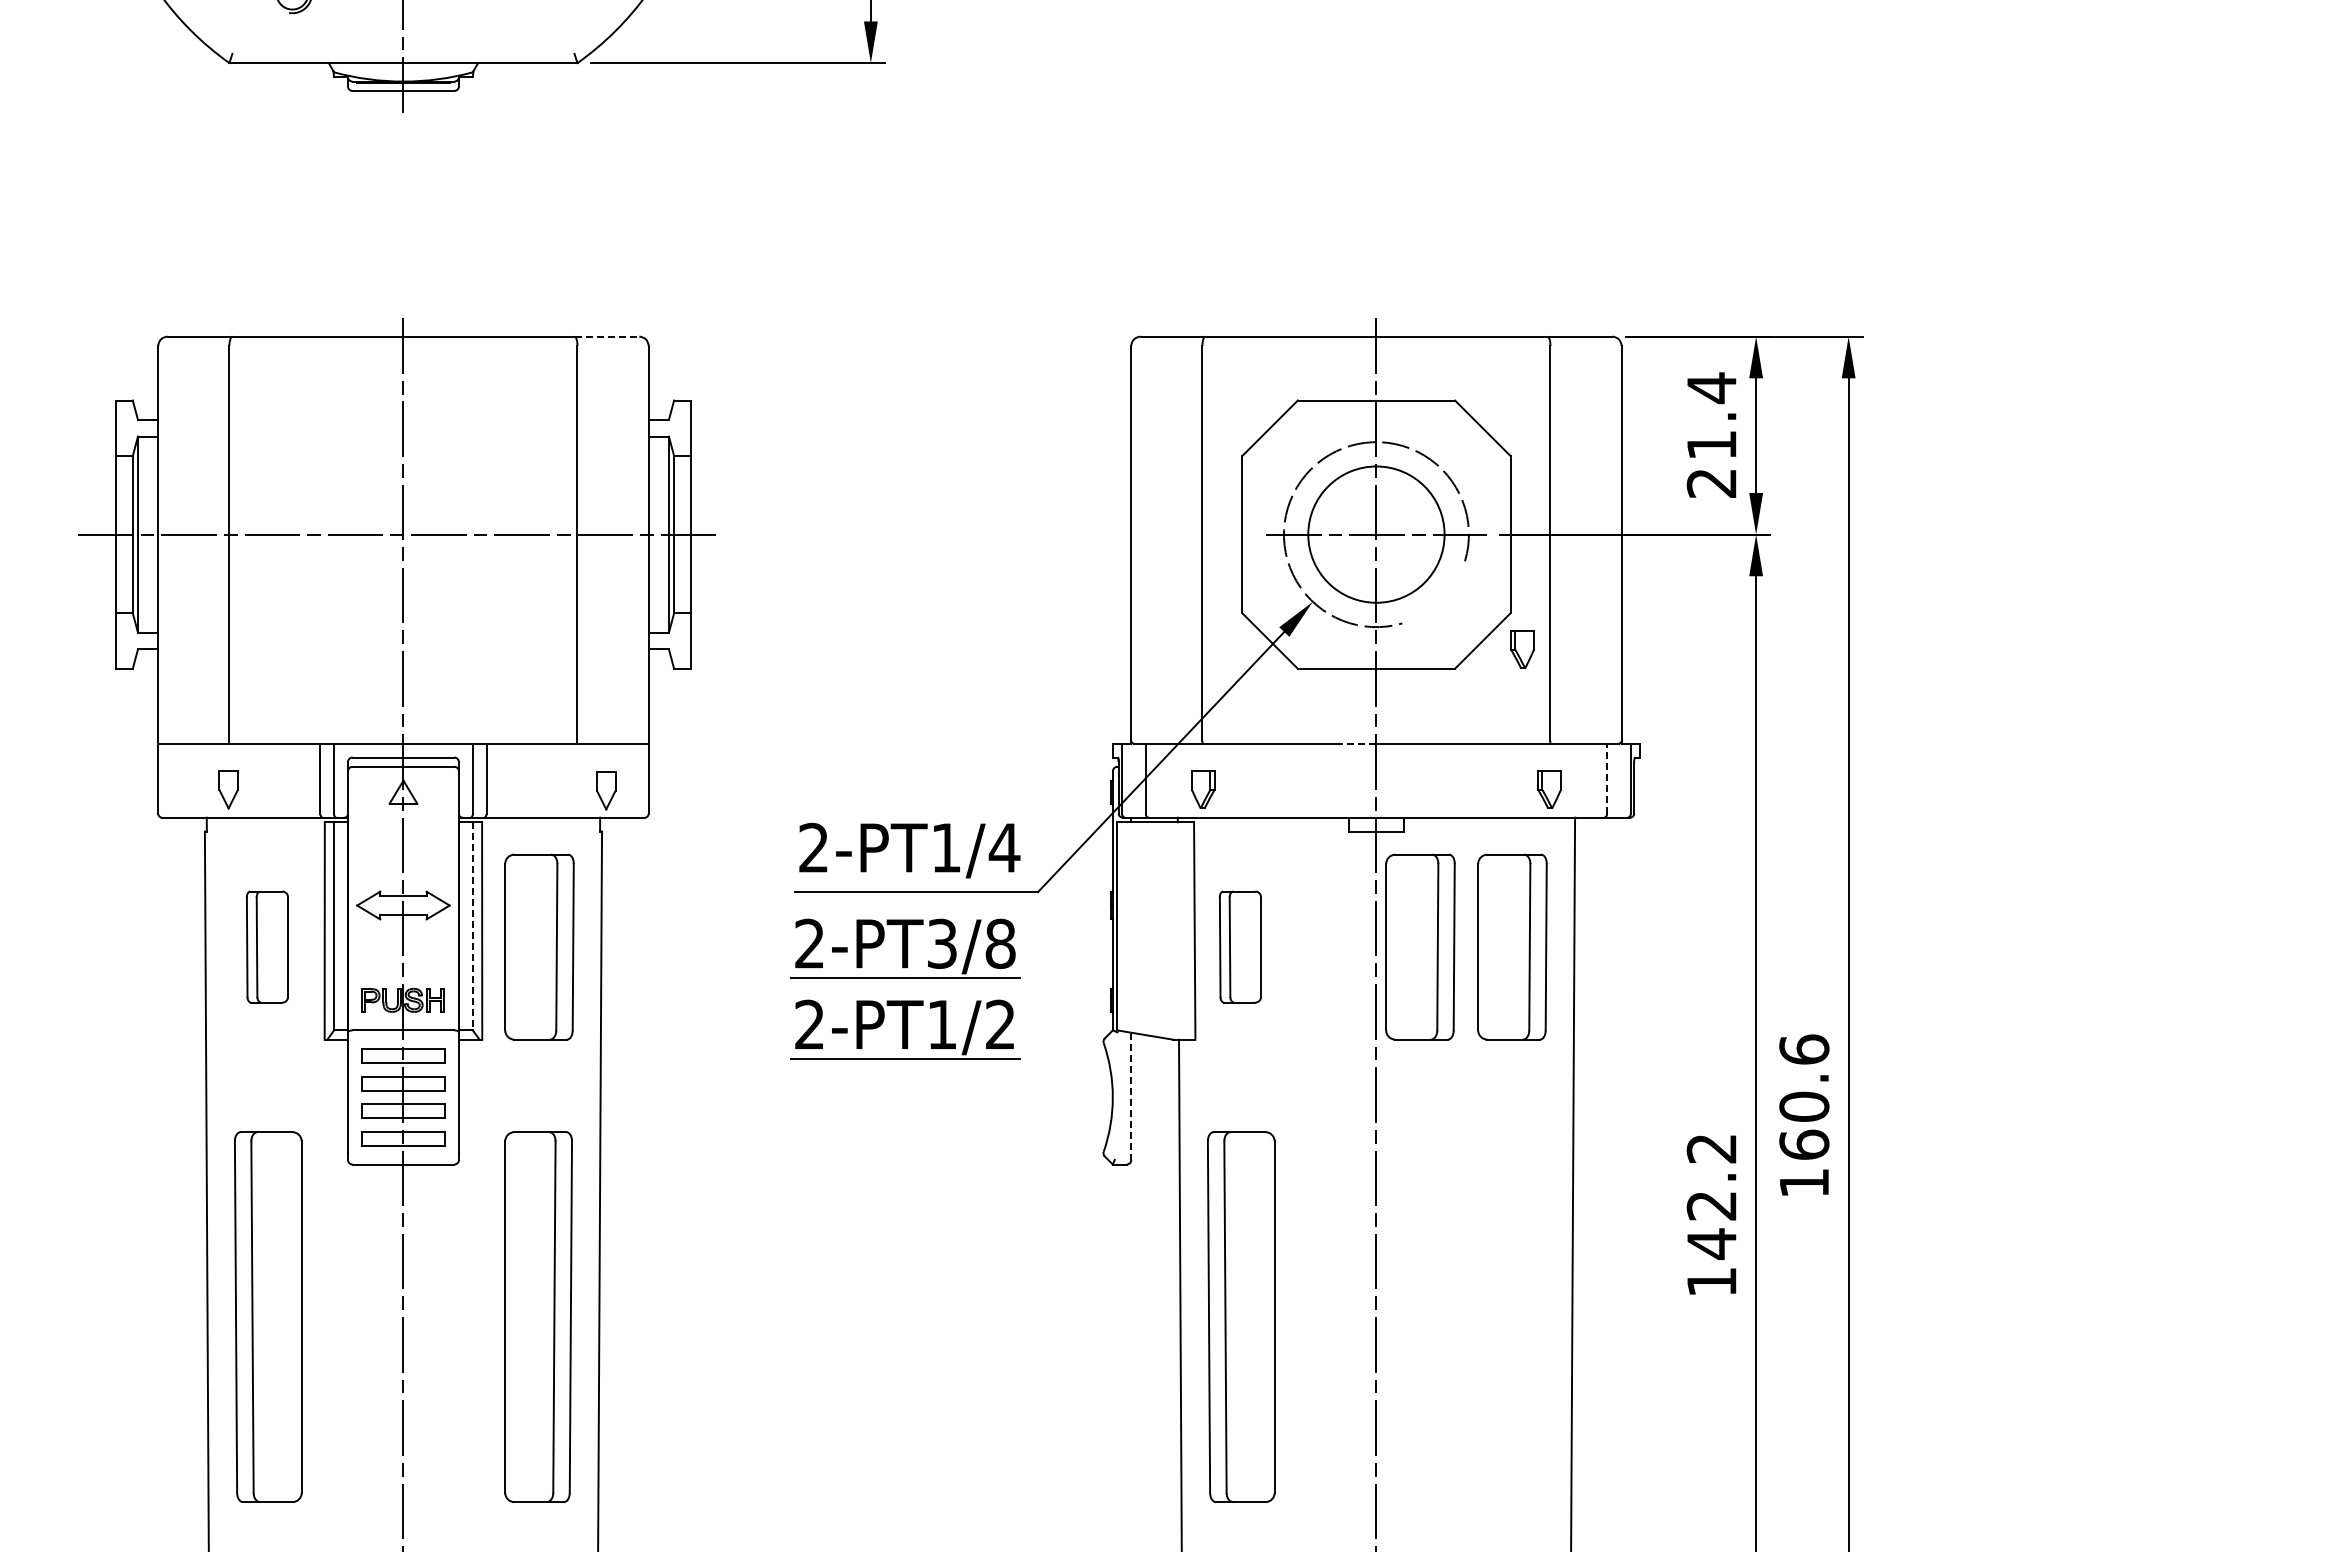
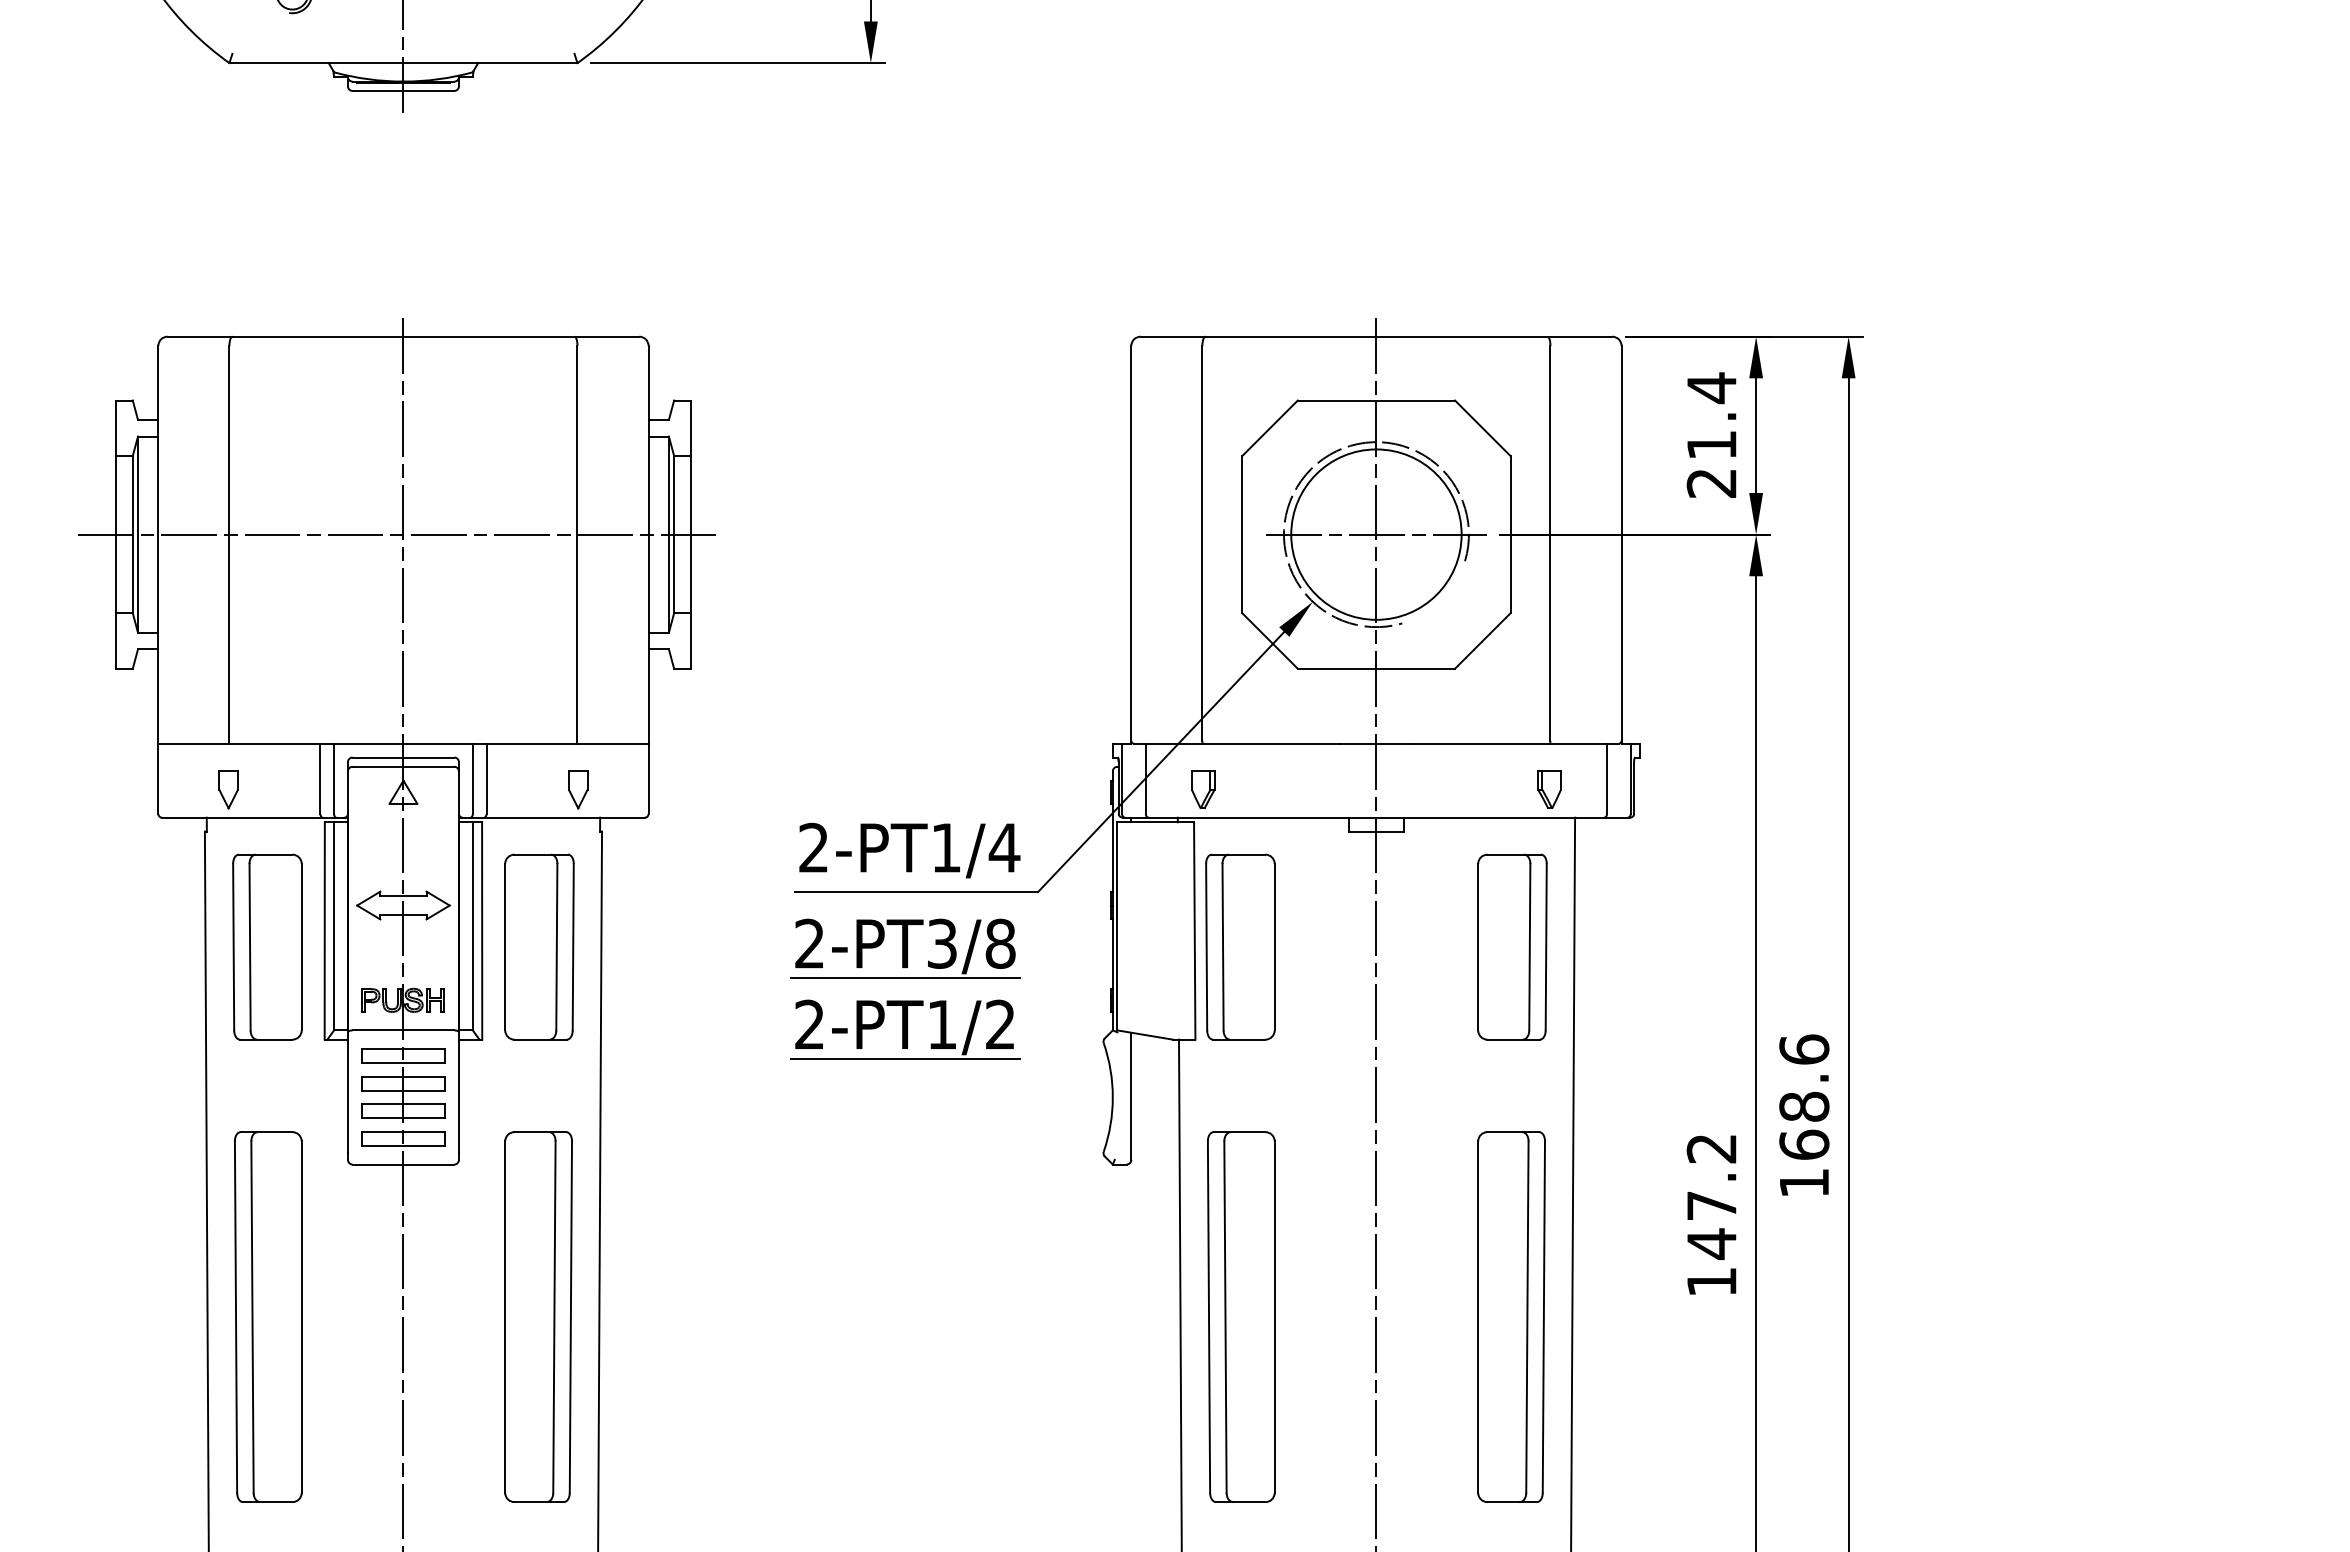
line at (607, 336): dashed -> solid
circle at (1376, 534) diameter: 136 px -> 170 px
part at (1522, 649): present -> none
line at (1357, 743): dashed -> solid
line at (1607, 778): dashed -> solid
part at (606, 790) position: (606, 790) -> (578, 789)
line at (472, 926): dashed -> solid
part at (267, 946) size: 43x114 px -> 71x188 px
part at (1240, 946) size: 43x114 px -> 71x188 px
part at (1420, 946): present -> none
line at (1131, 1096): dashed -> solid
text at (1804, 1106): 160.6 -> 168.6
text at (1711, 1205): 142.2 -> 147.2
part at (1511, 1316): none -> present
